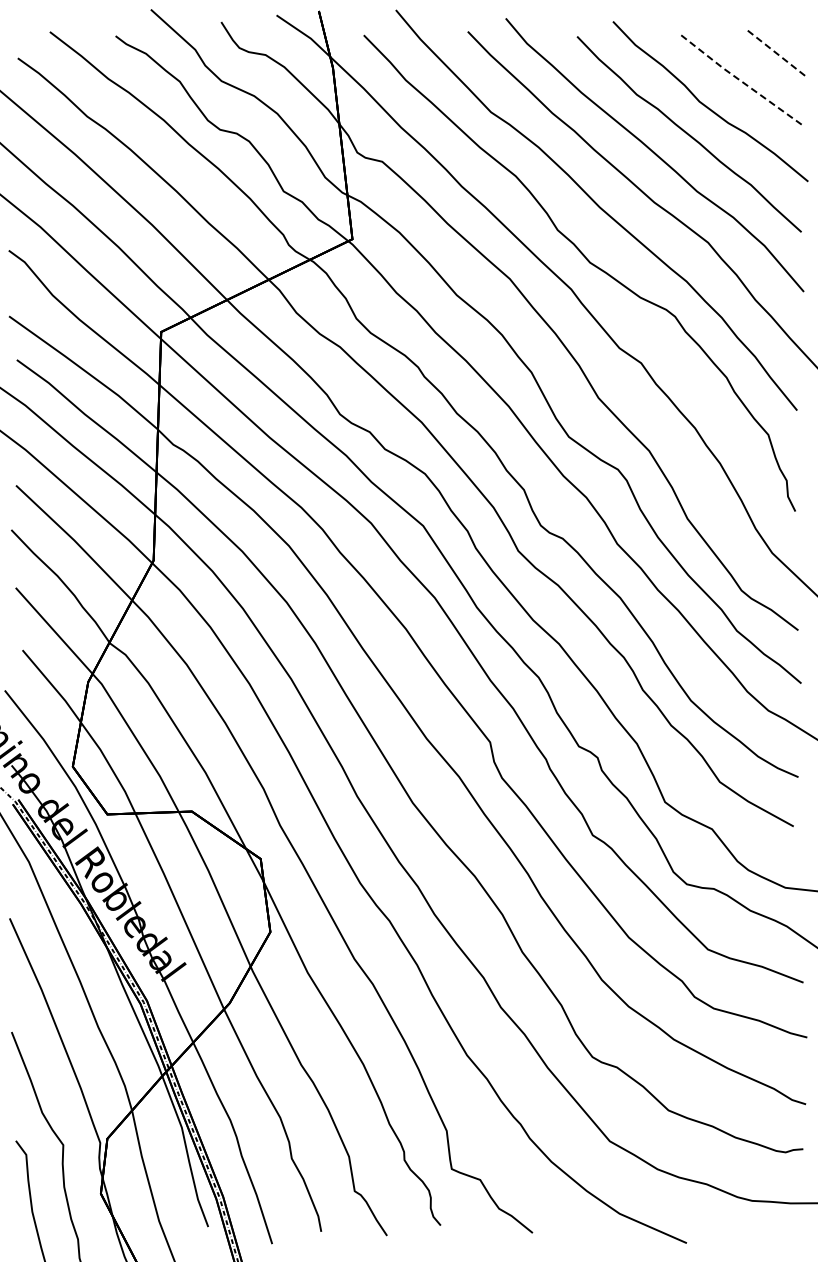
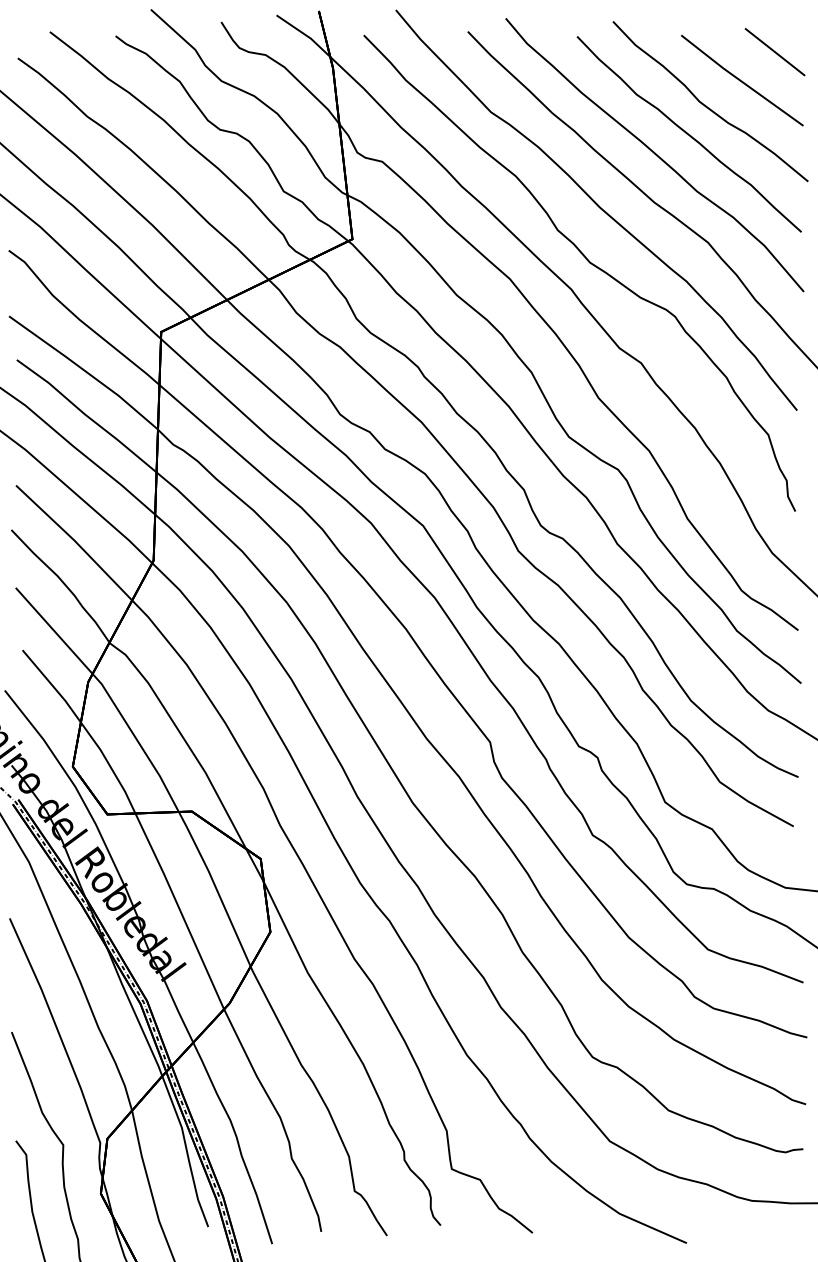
line at (774, 51): dashed -> solid
line at (741, 81): dashed -> solid
